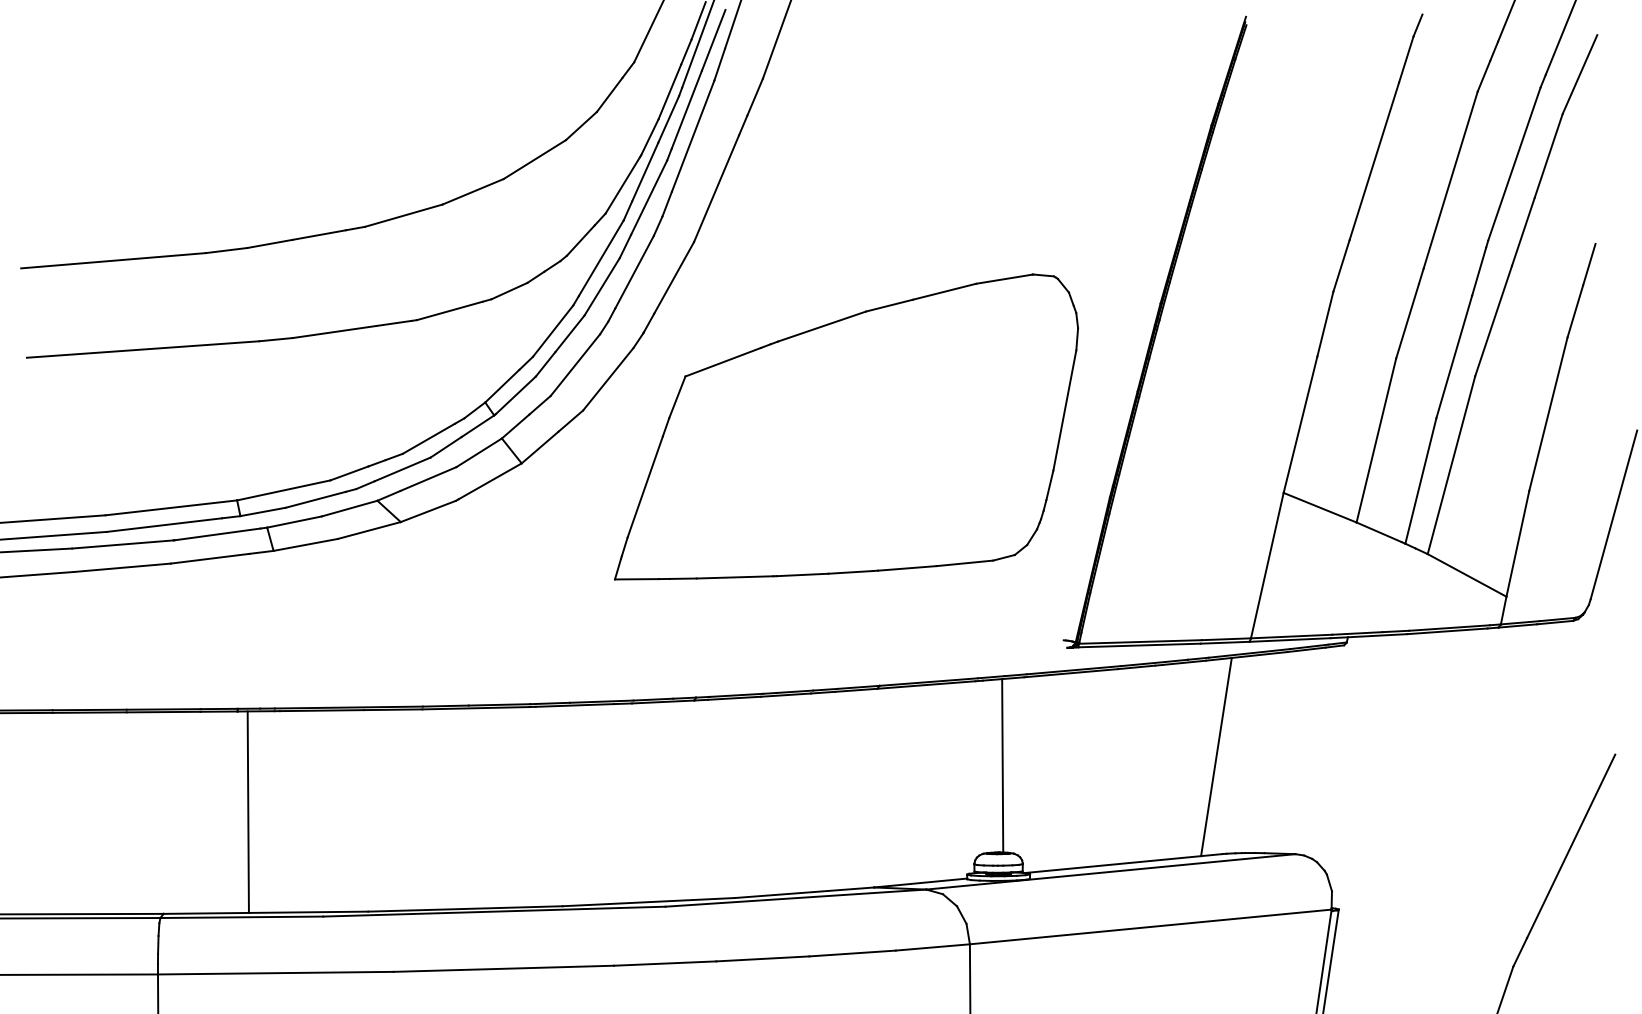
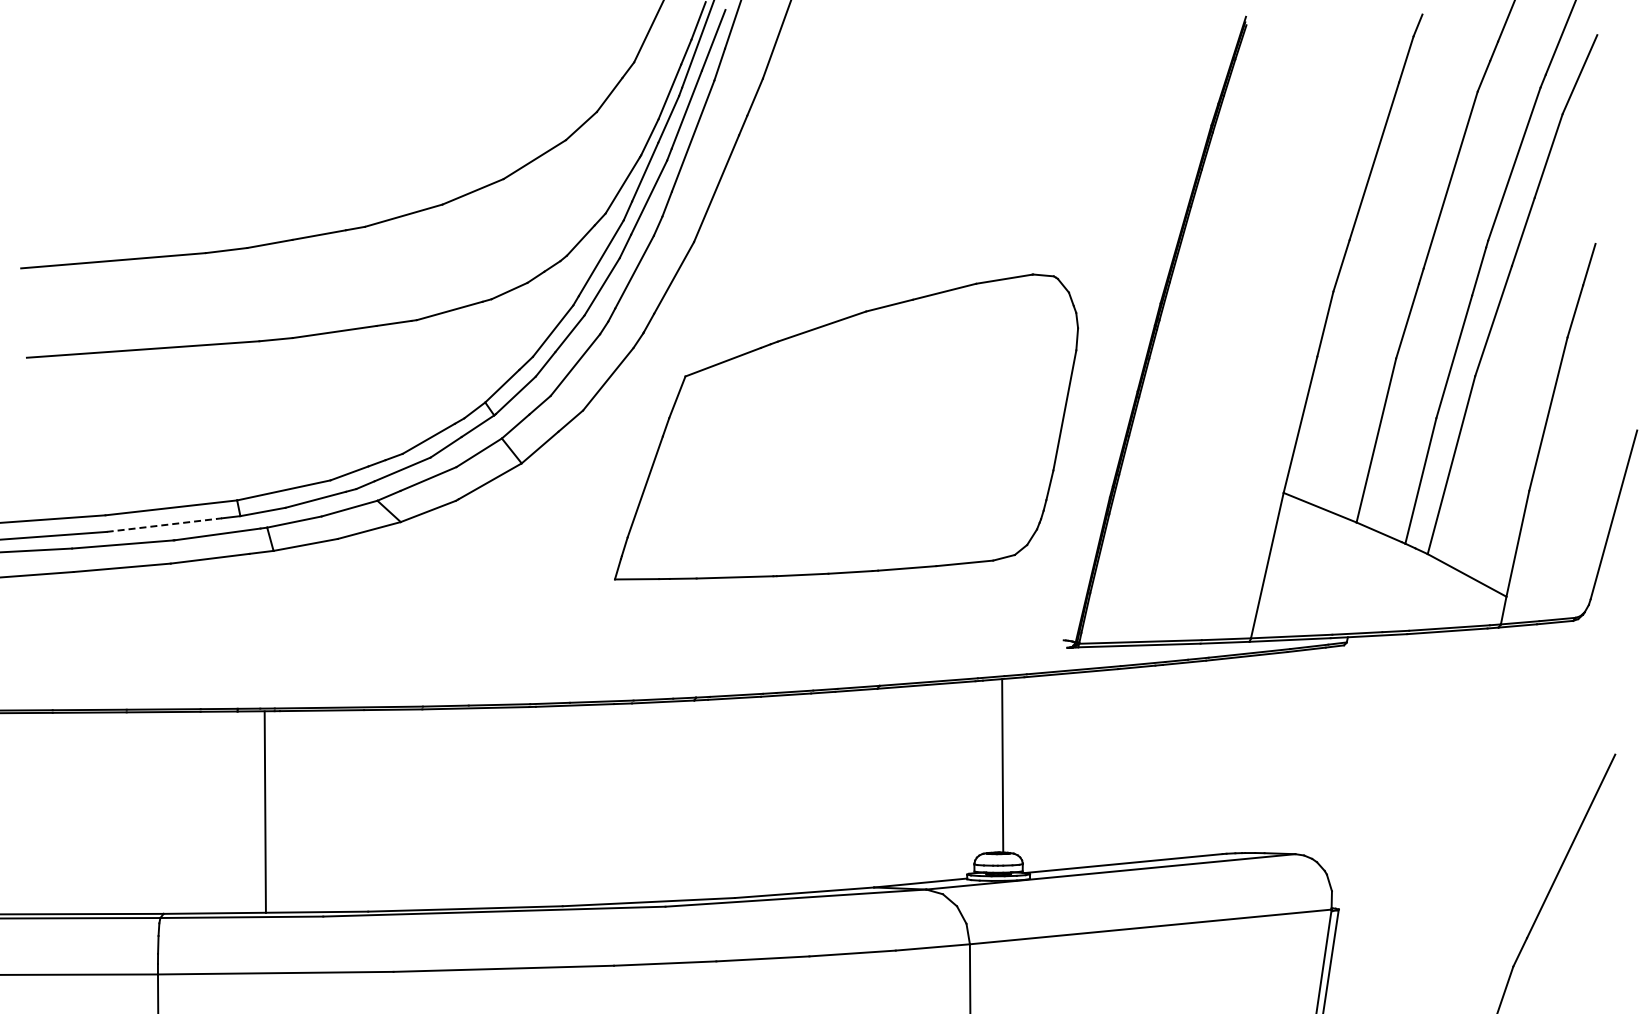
line at (164, 525): solid -> dashed
line at (1216, 756): present -> none
line at (247, 811) position: (247, 811) -> (264, 811)
